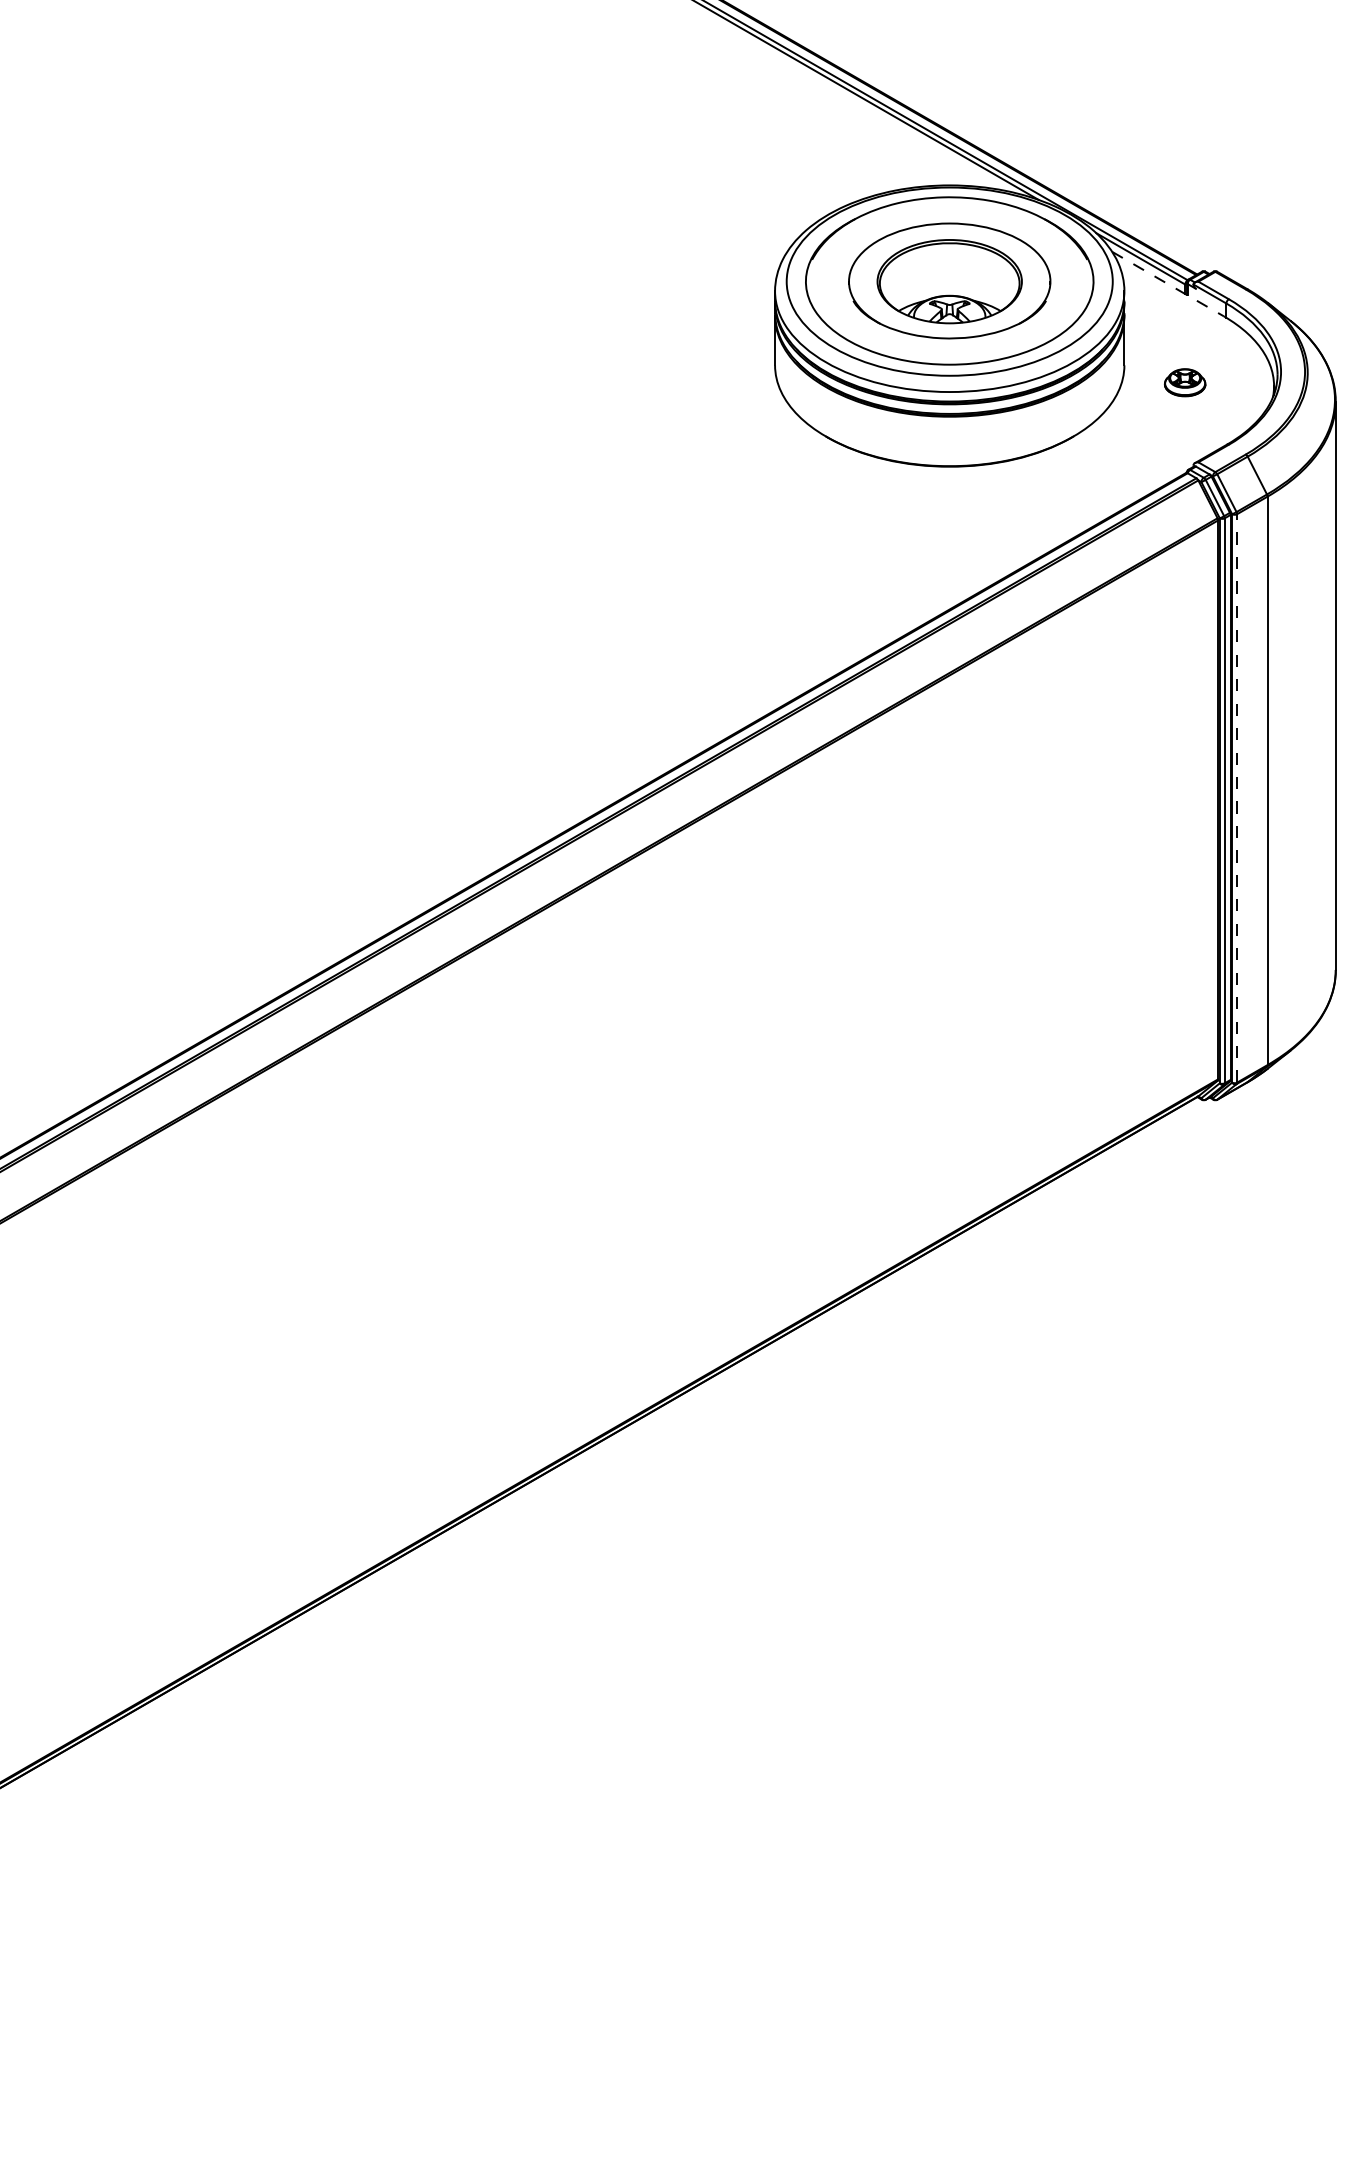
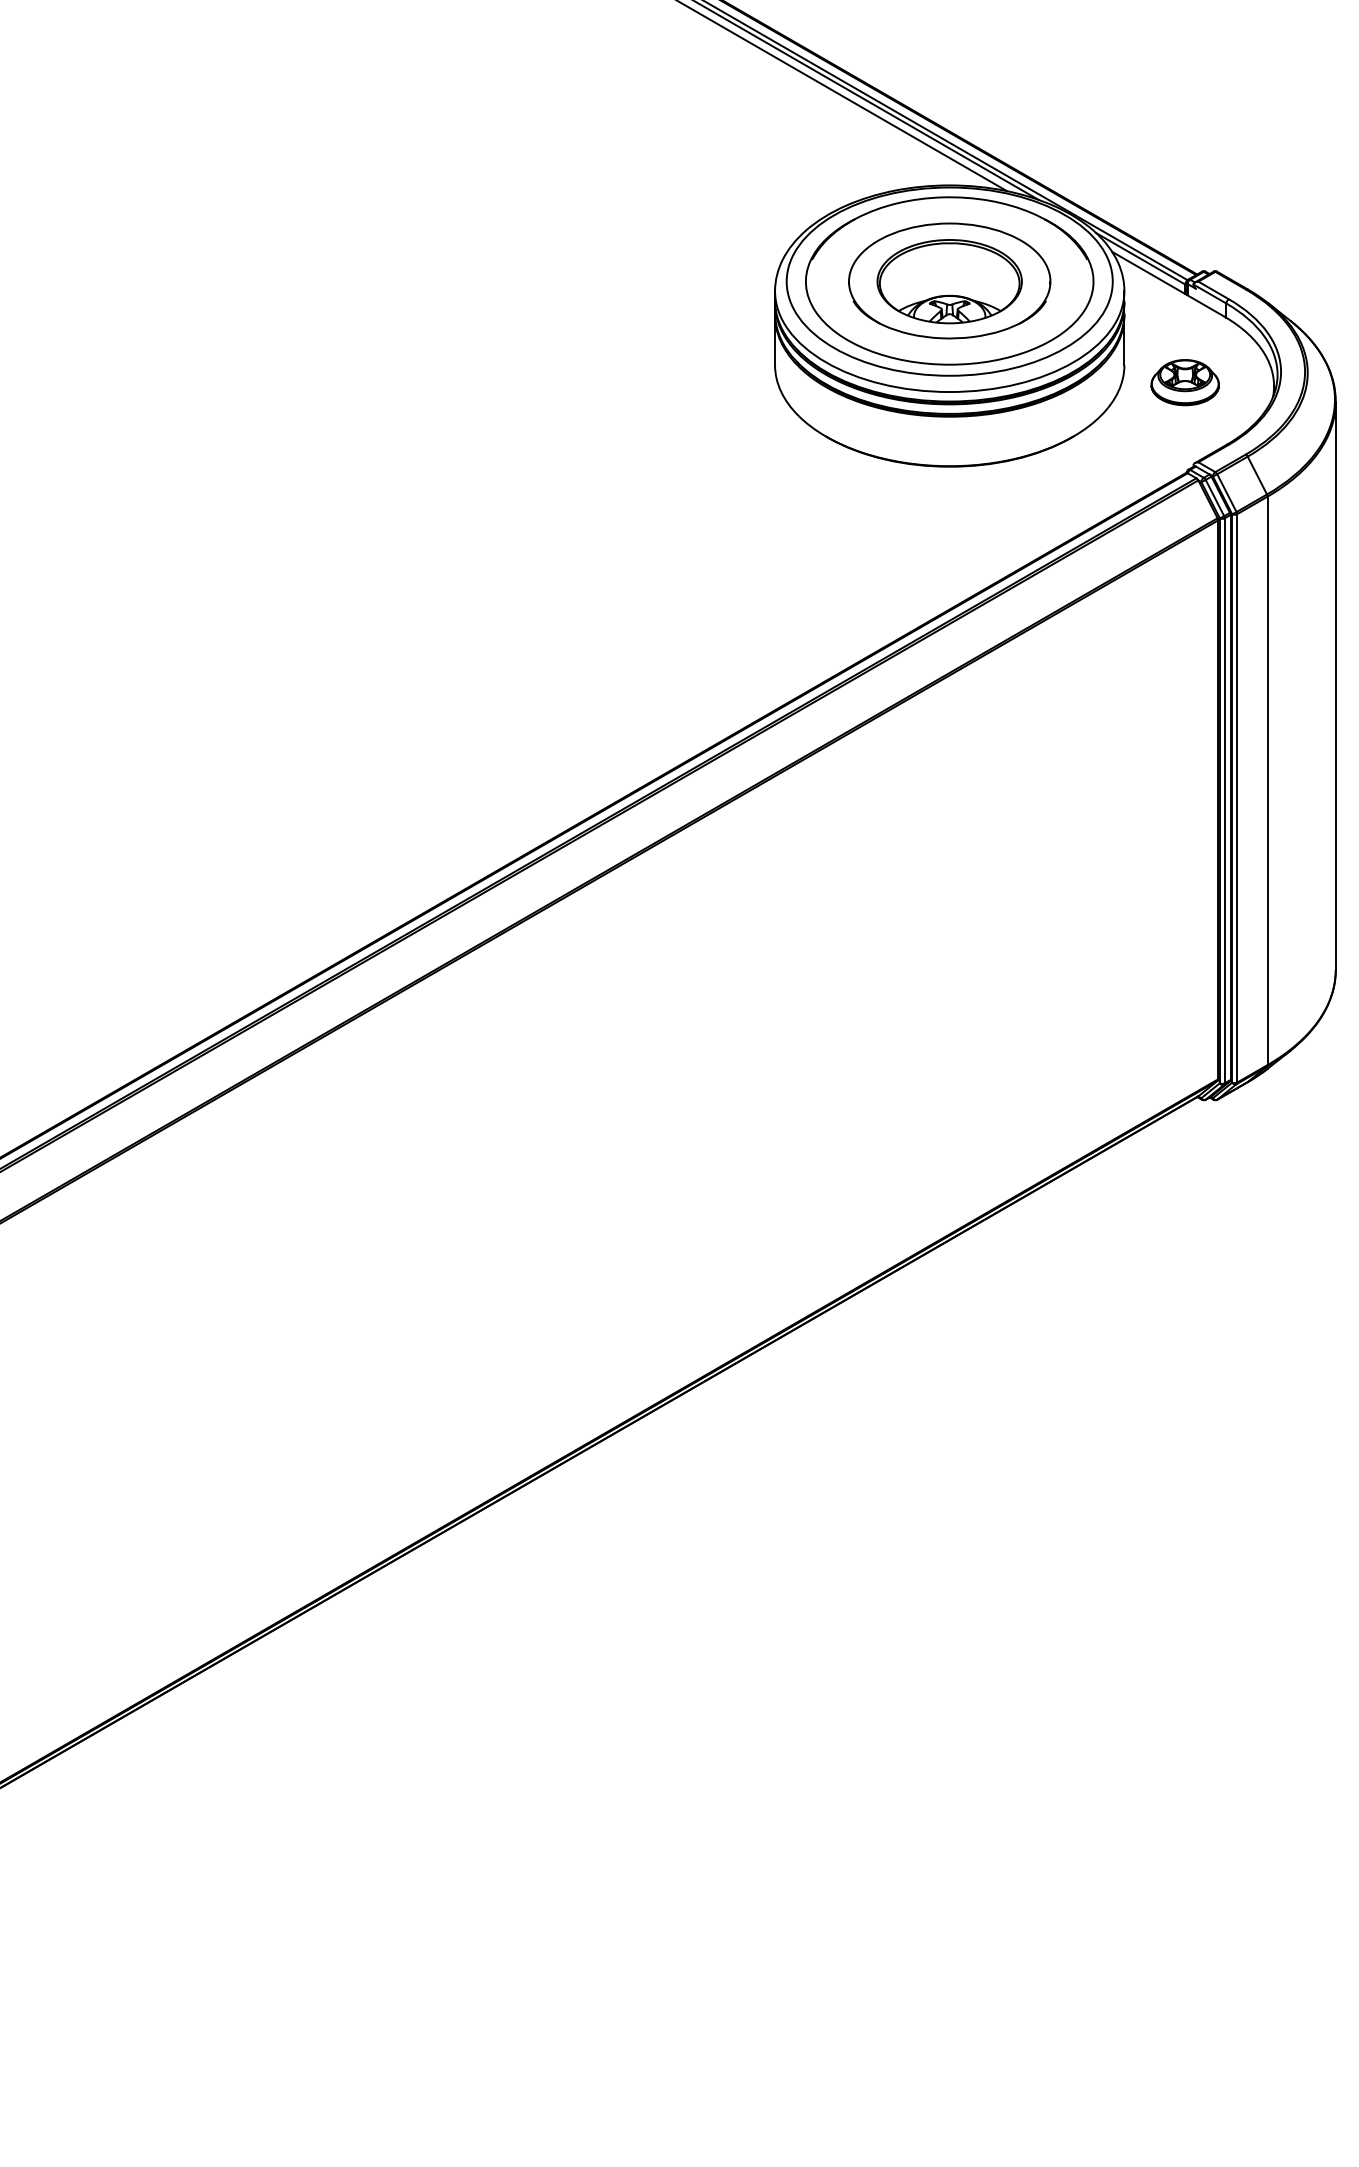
line at (843, 96): none -> present
line at (1168, 284): dashed -> solid
part at (1185, 382) size: 43x30 px -> 70x48 px
line at (1237, 797): dashed -> solid
